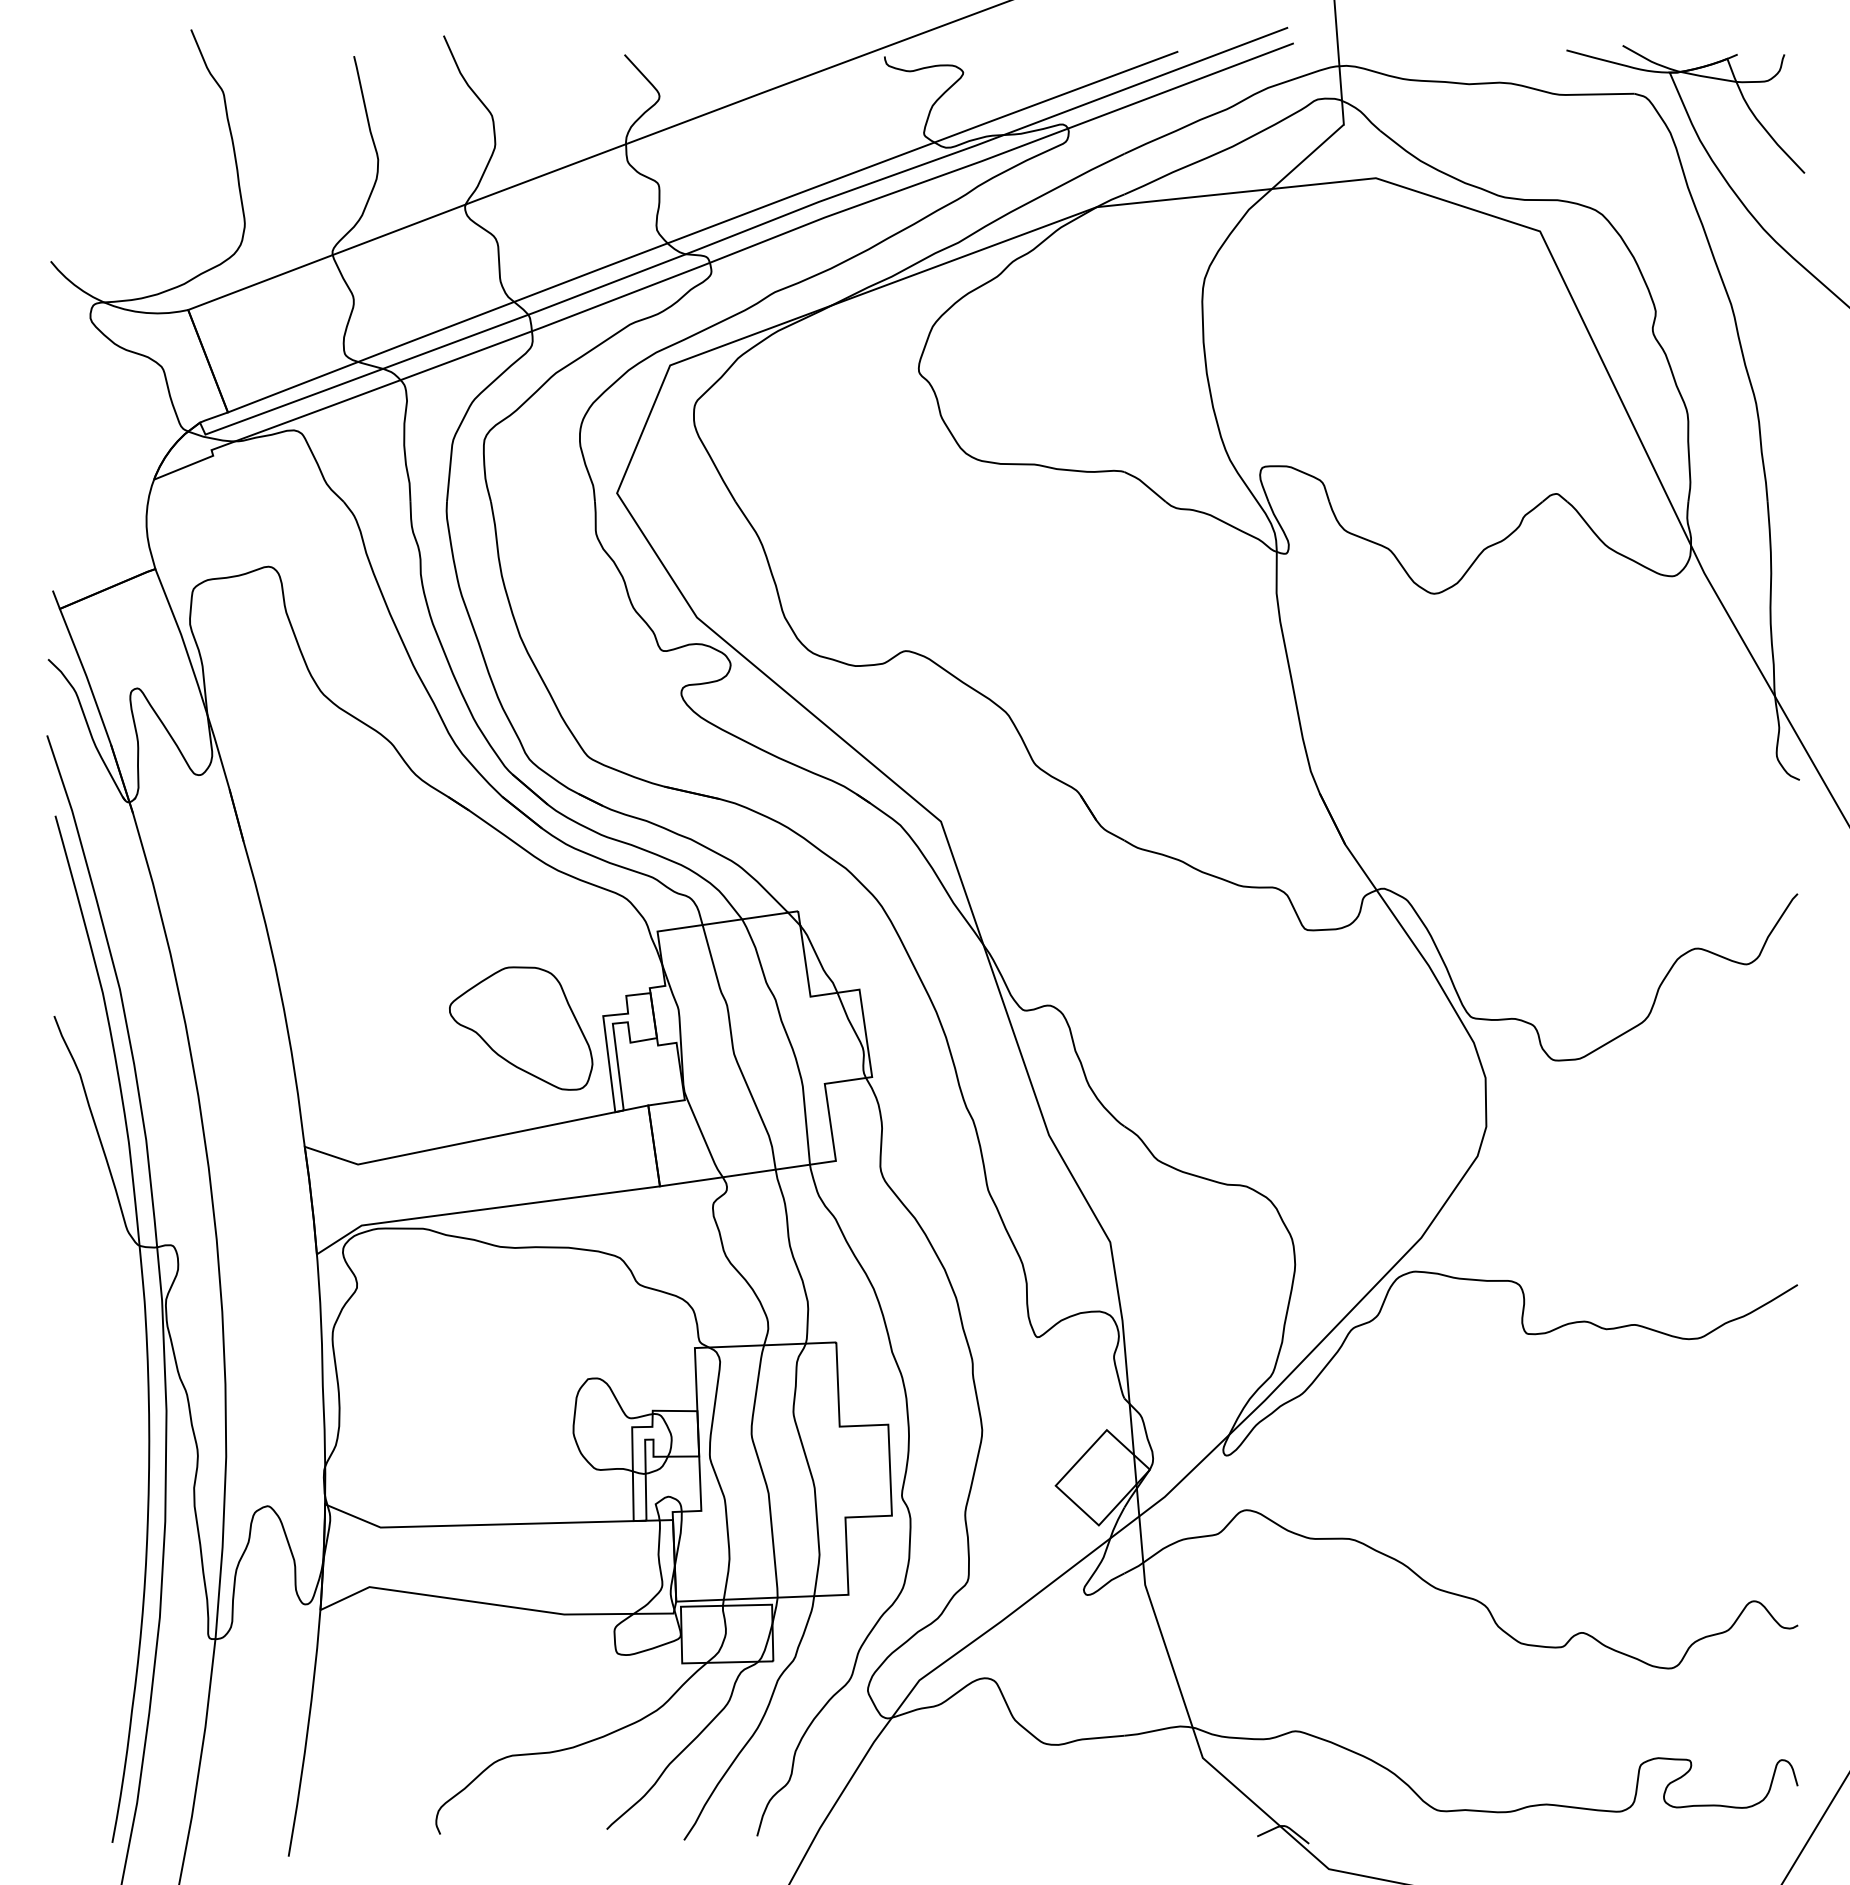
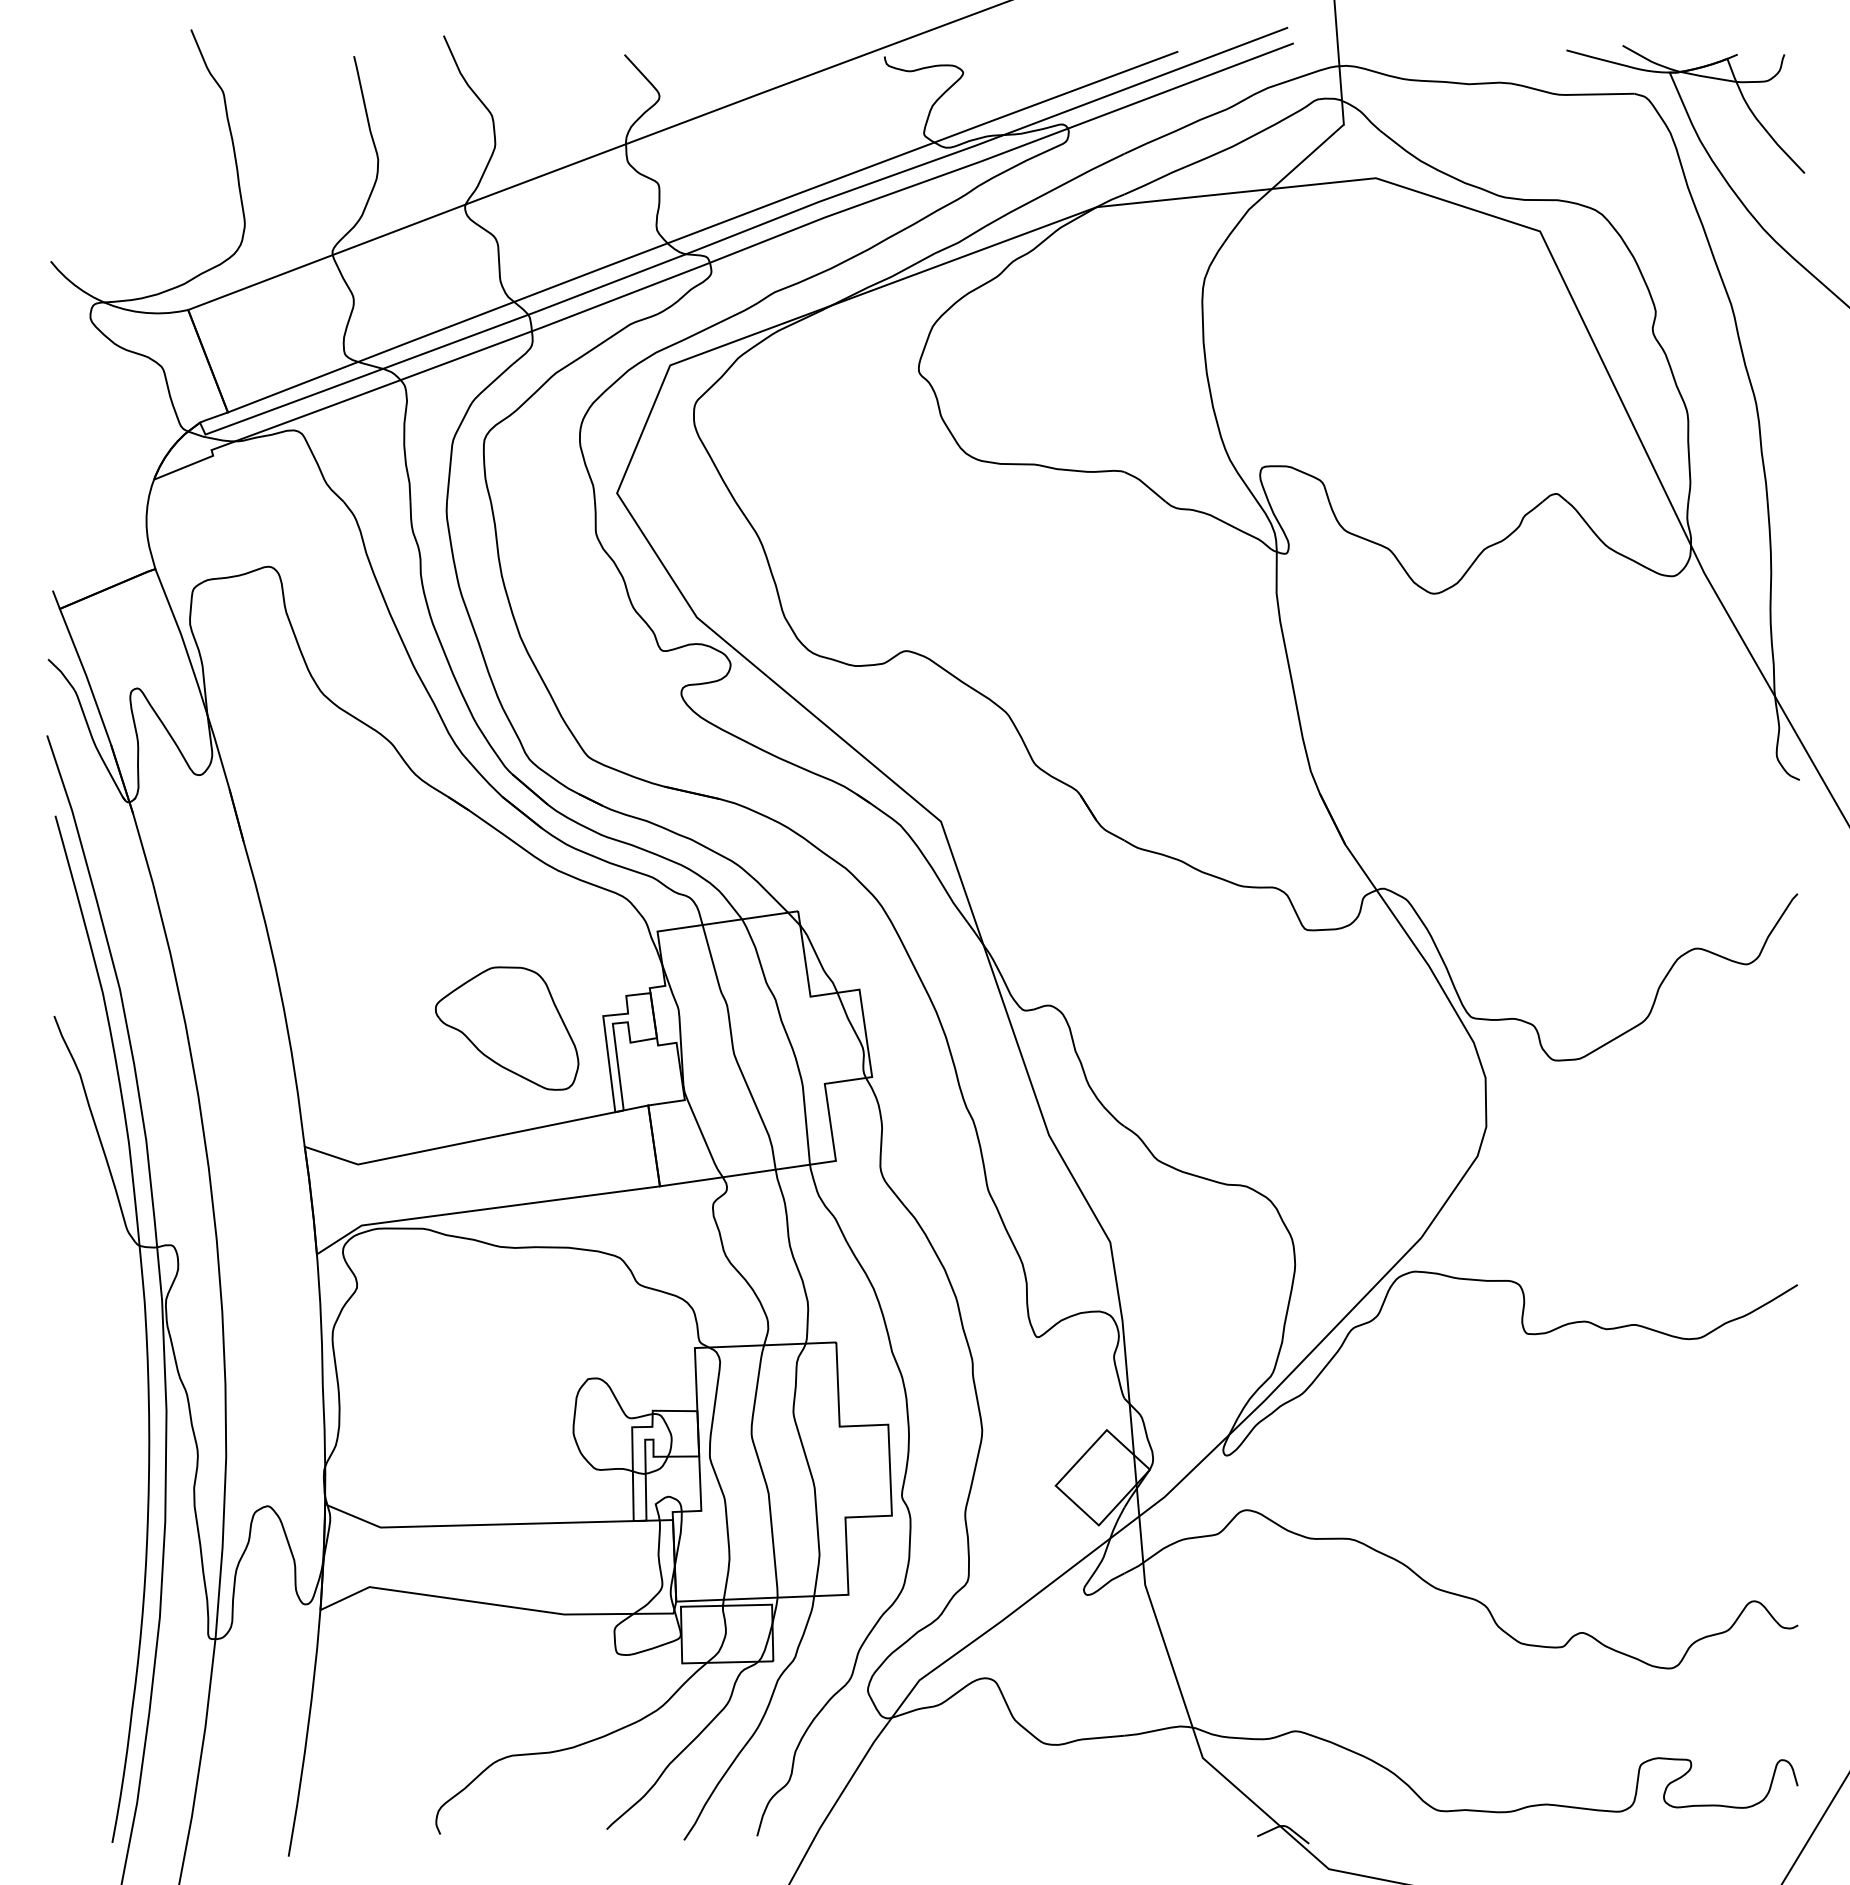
part at (521, 1028) position: (521, 1028) -> (507, 1028)
